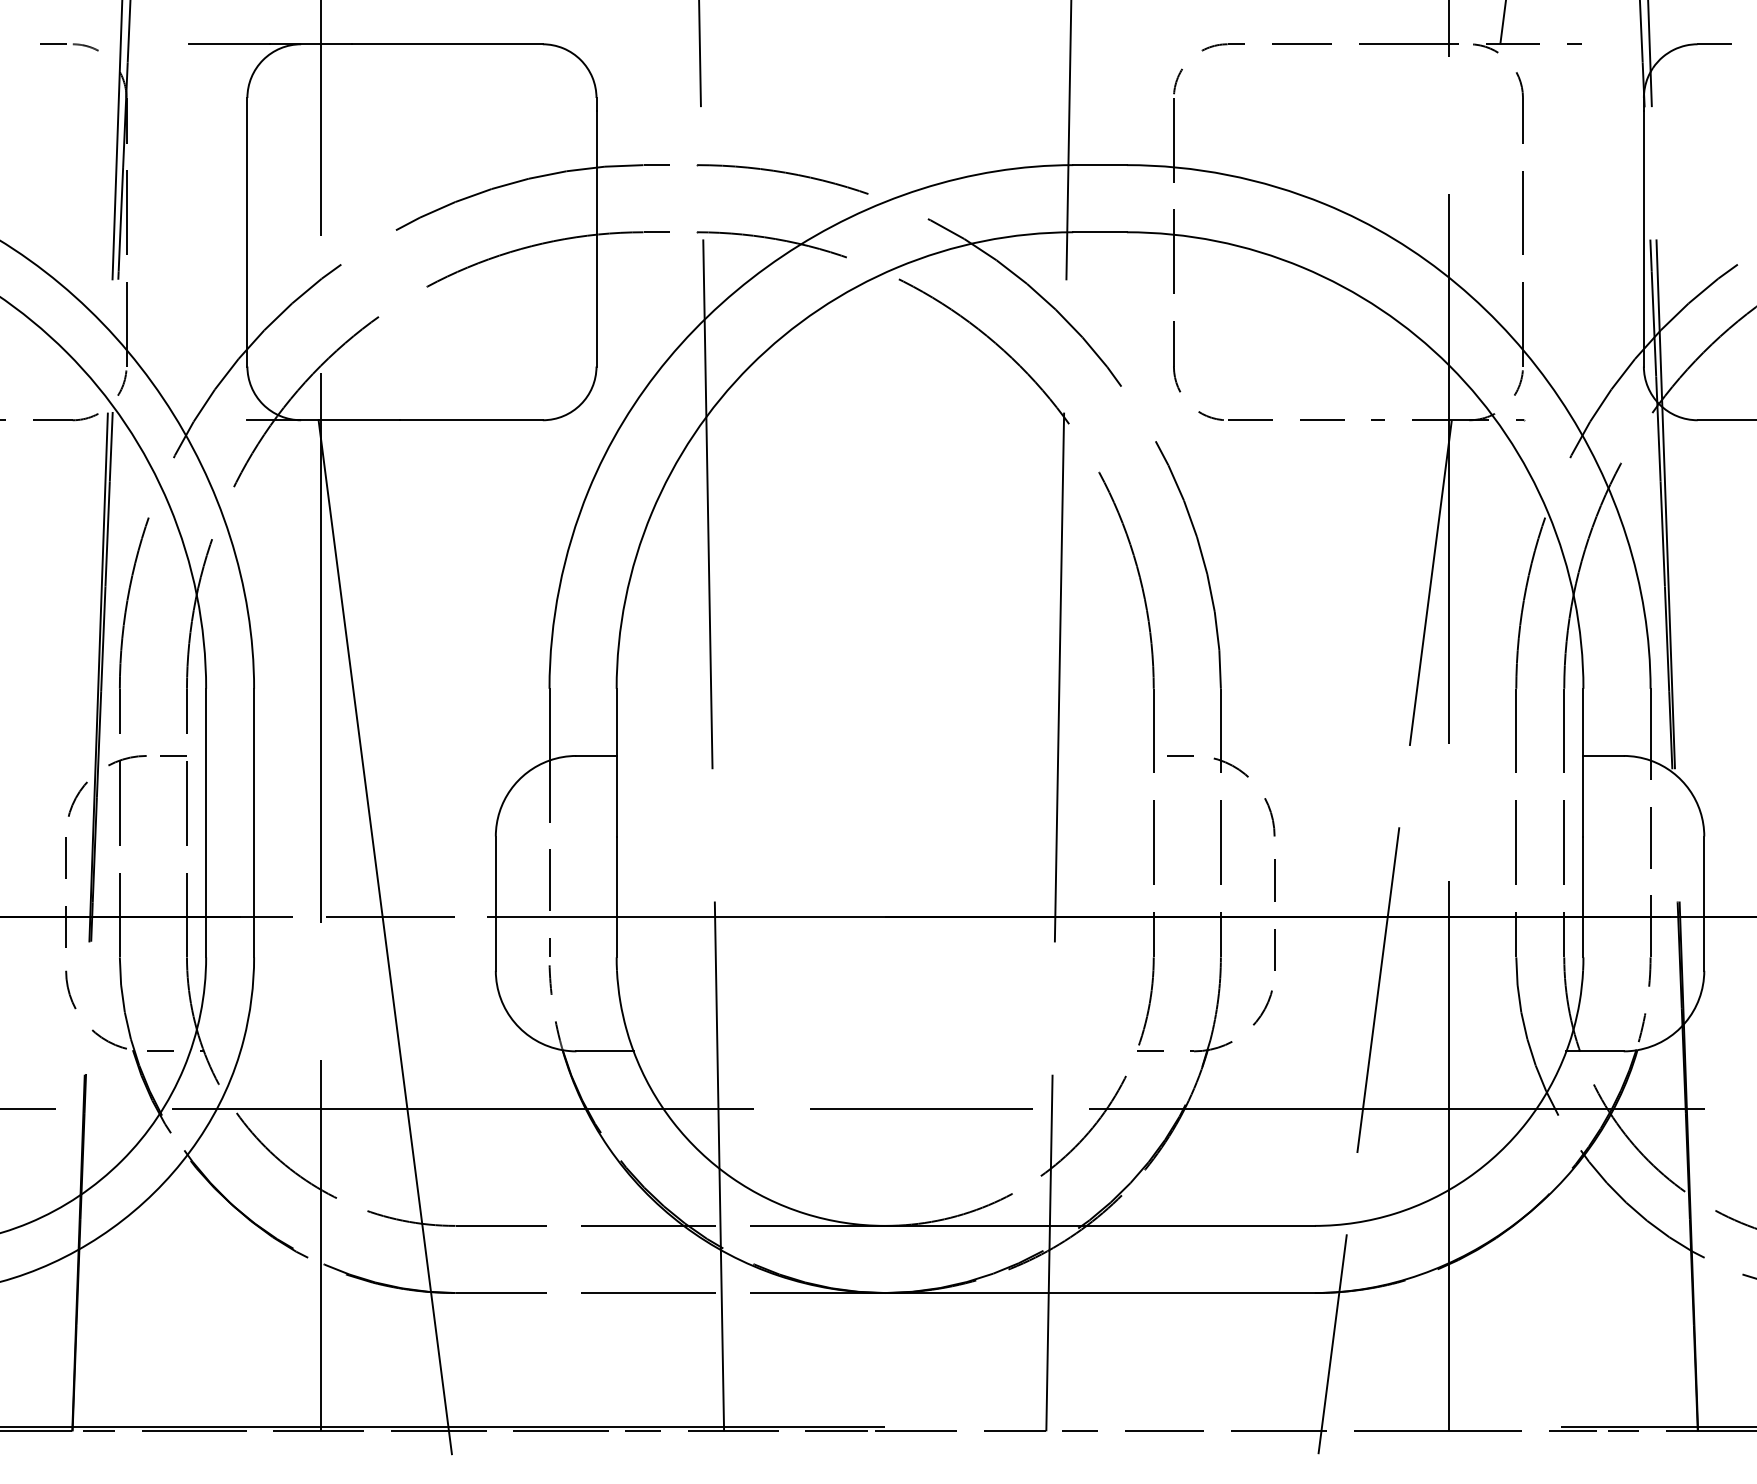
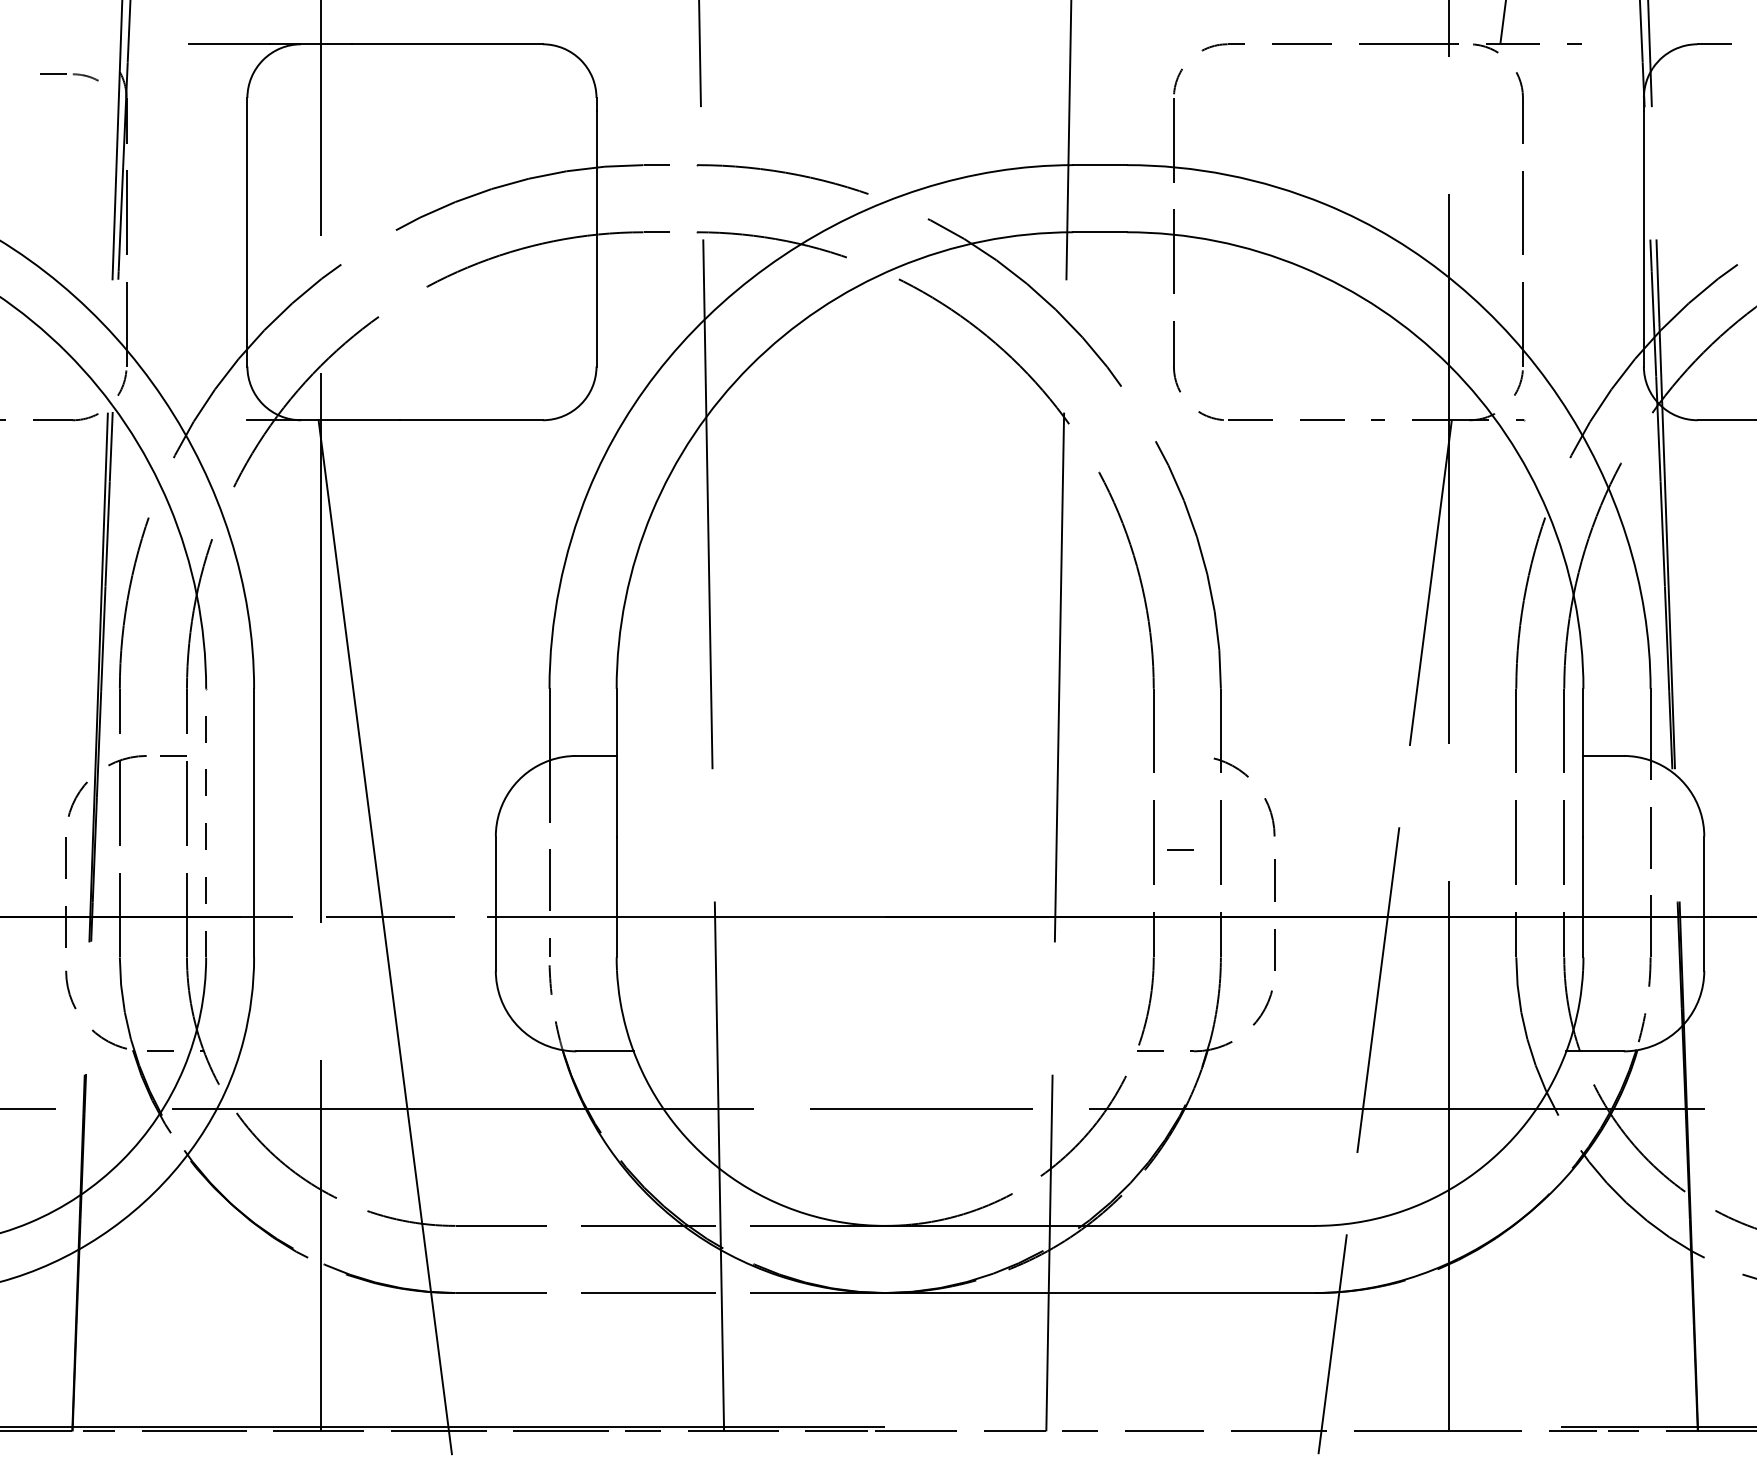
part at (69, 47) position: (69, 47) -> (69, 77)
line at (1180, 755) position: (1180, 755) -> (1180, 849)
line at (206, 822): solid -> dashed
